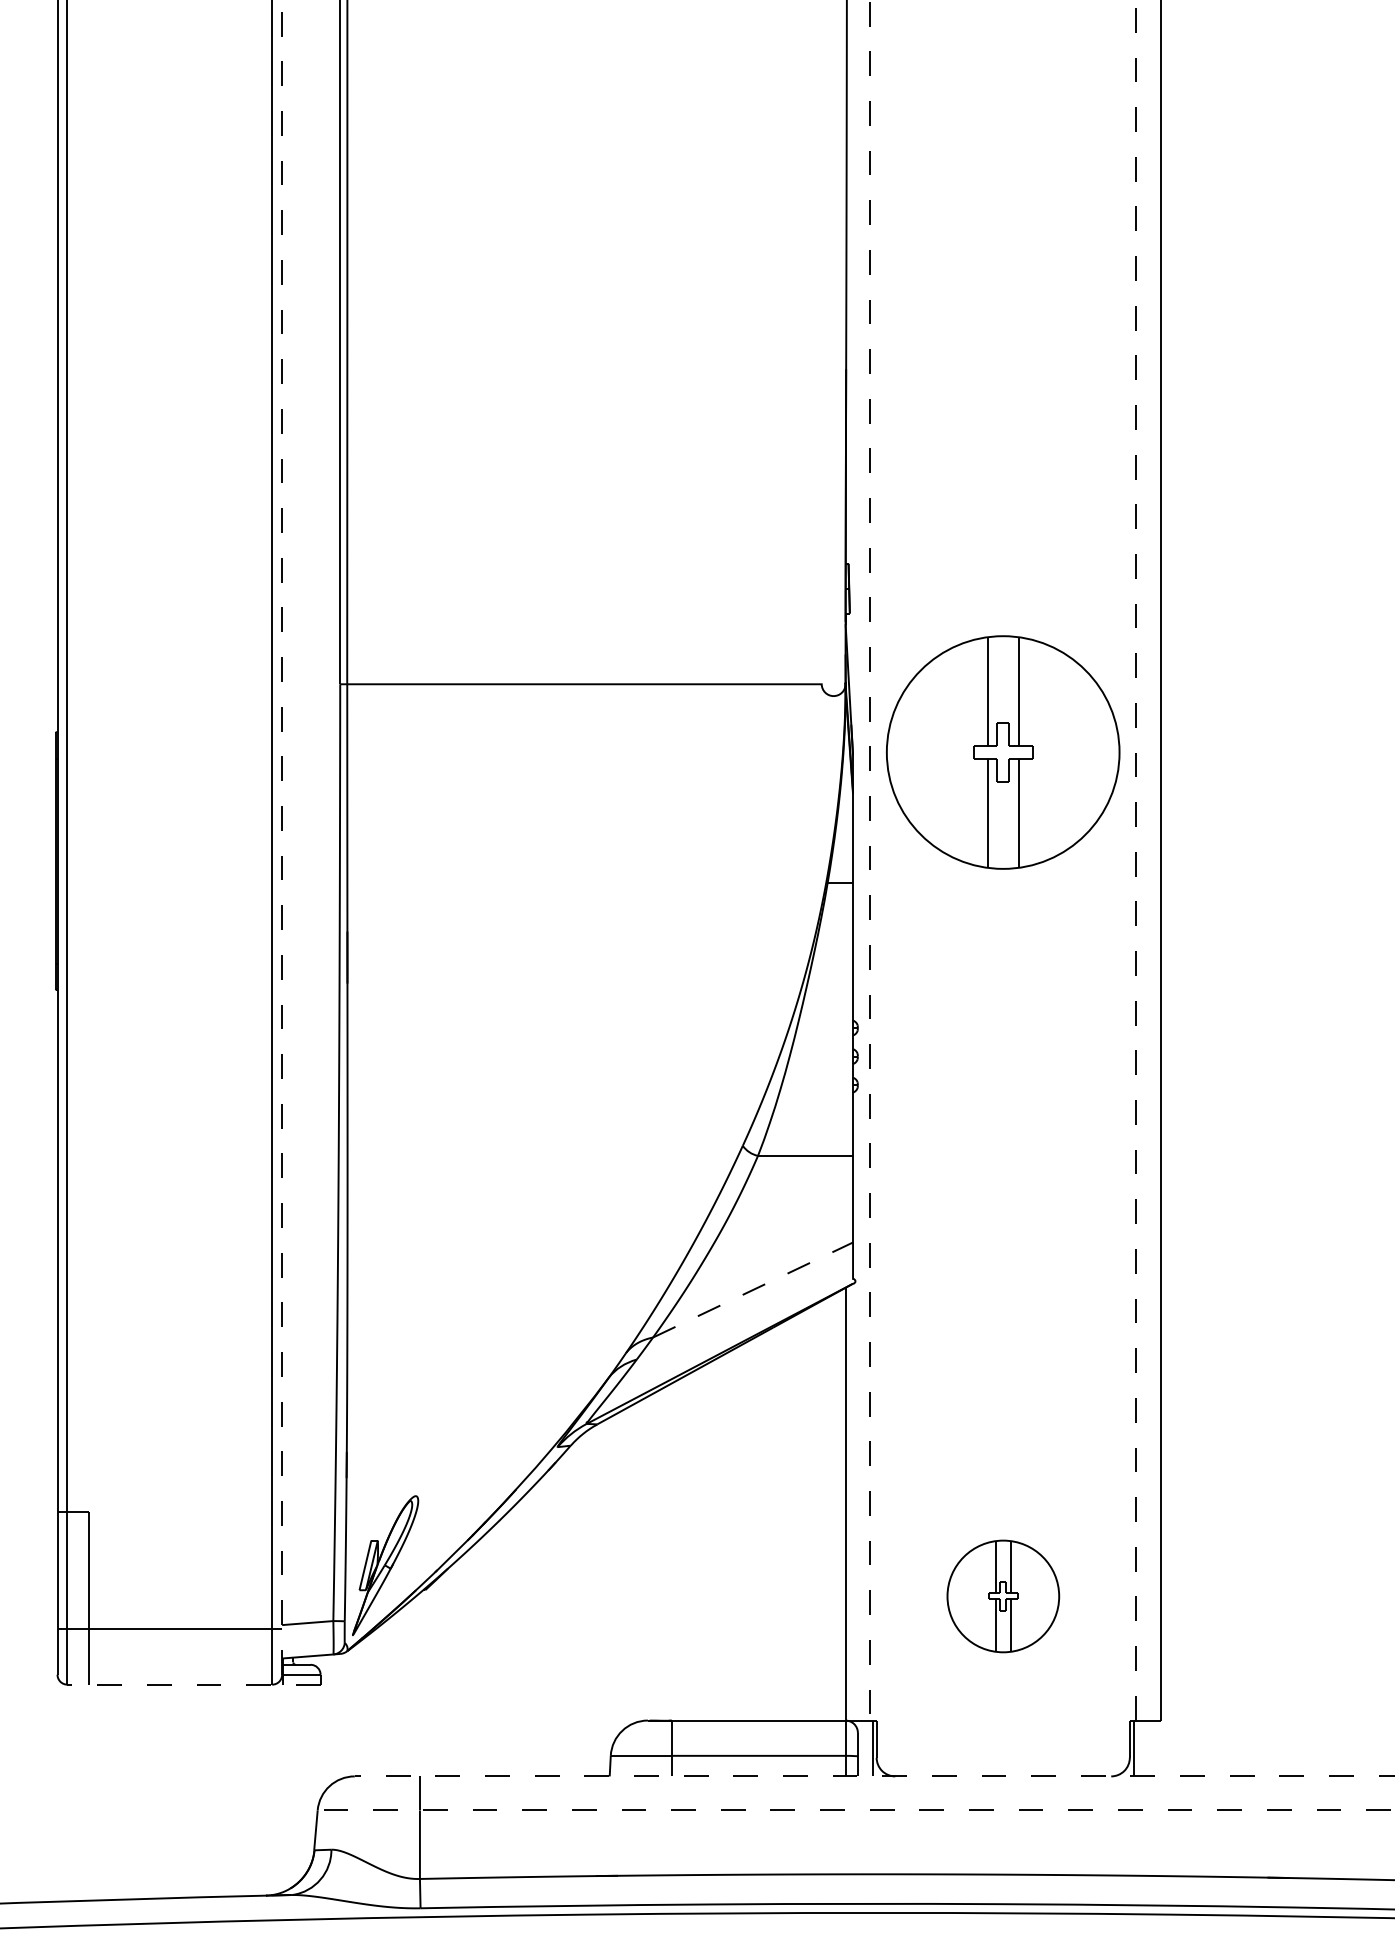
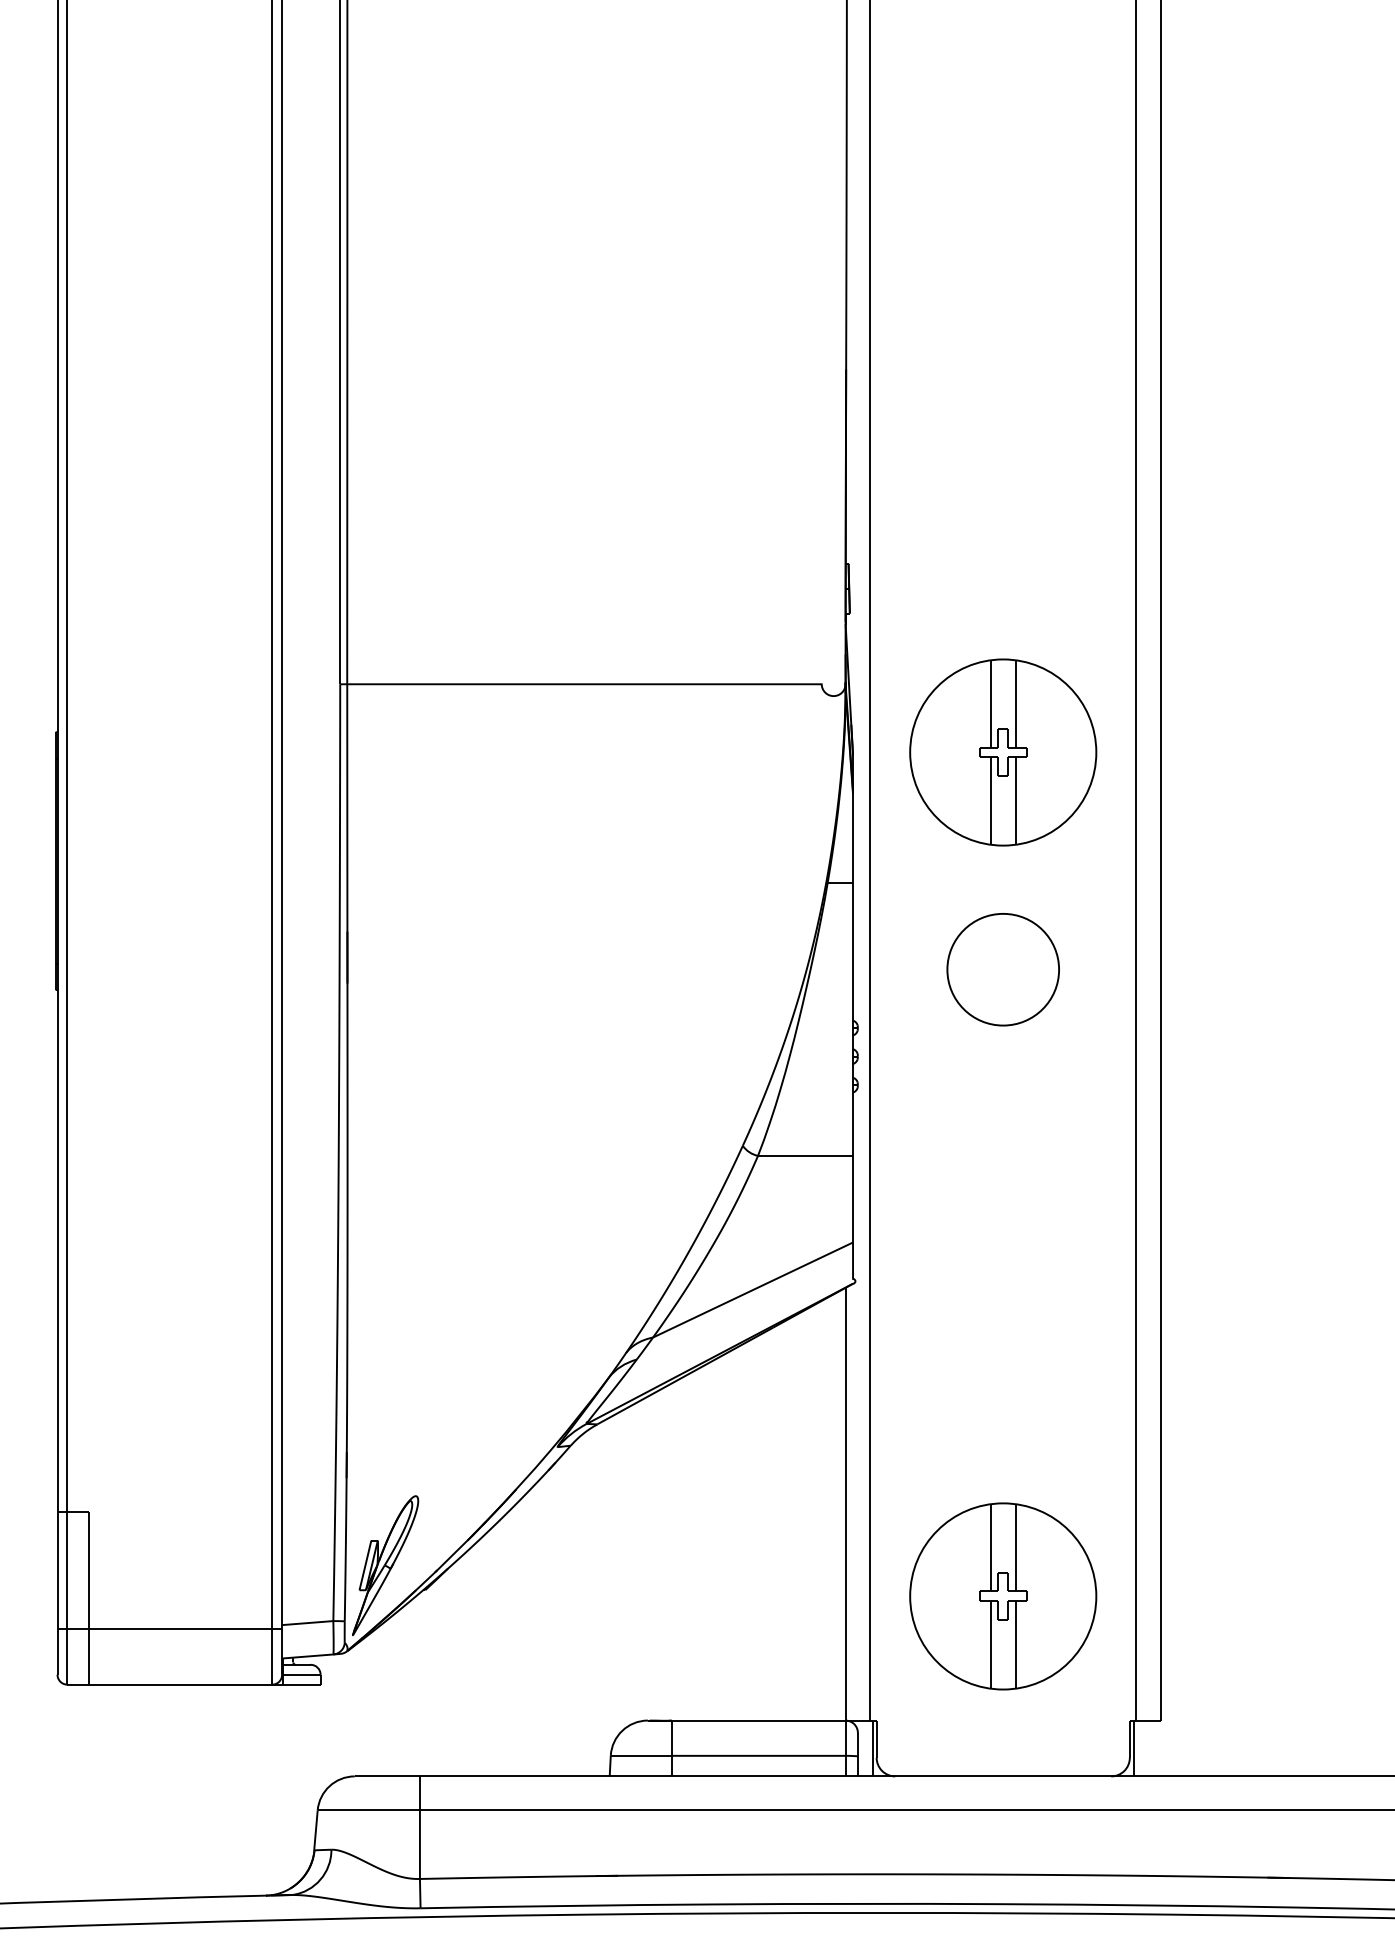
part at (1003, 752) size: 235x235 px -> 189x189 px
line at (282, 837): dashed -> solid
line at (870, 860): dashed -> solid
line at (1136, 860): dashed -> solid
circle at (1002, 969): none -> present
line at (753, 1290): dashed -> solid
part at (1003, 1596) size: 115x115 px -> 189x189 px
line at (194, 1684): dashed -> solid
line at (874, 1776): dashed -> solid
line at (855, 1810): dashed -> solid
